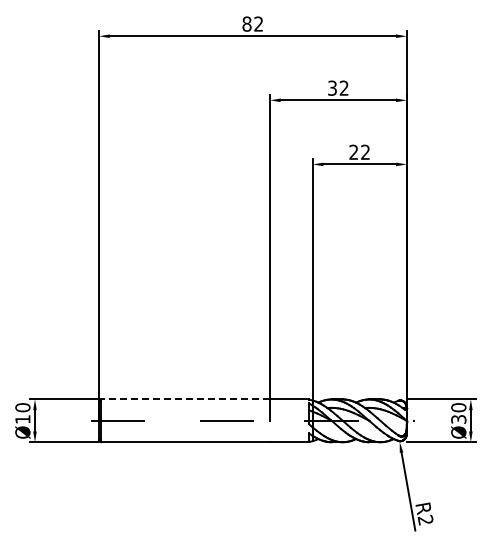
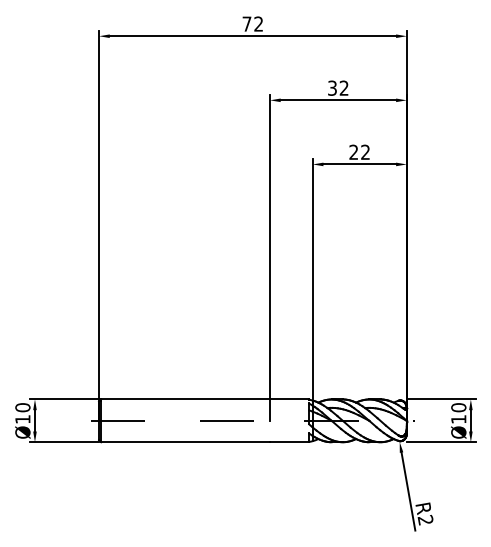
text at (246, 23): 82 -> 72
line at (185, 399): dashed -> solid
text at (458, 419): Ø30 -> Ø10
